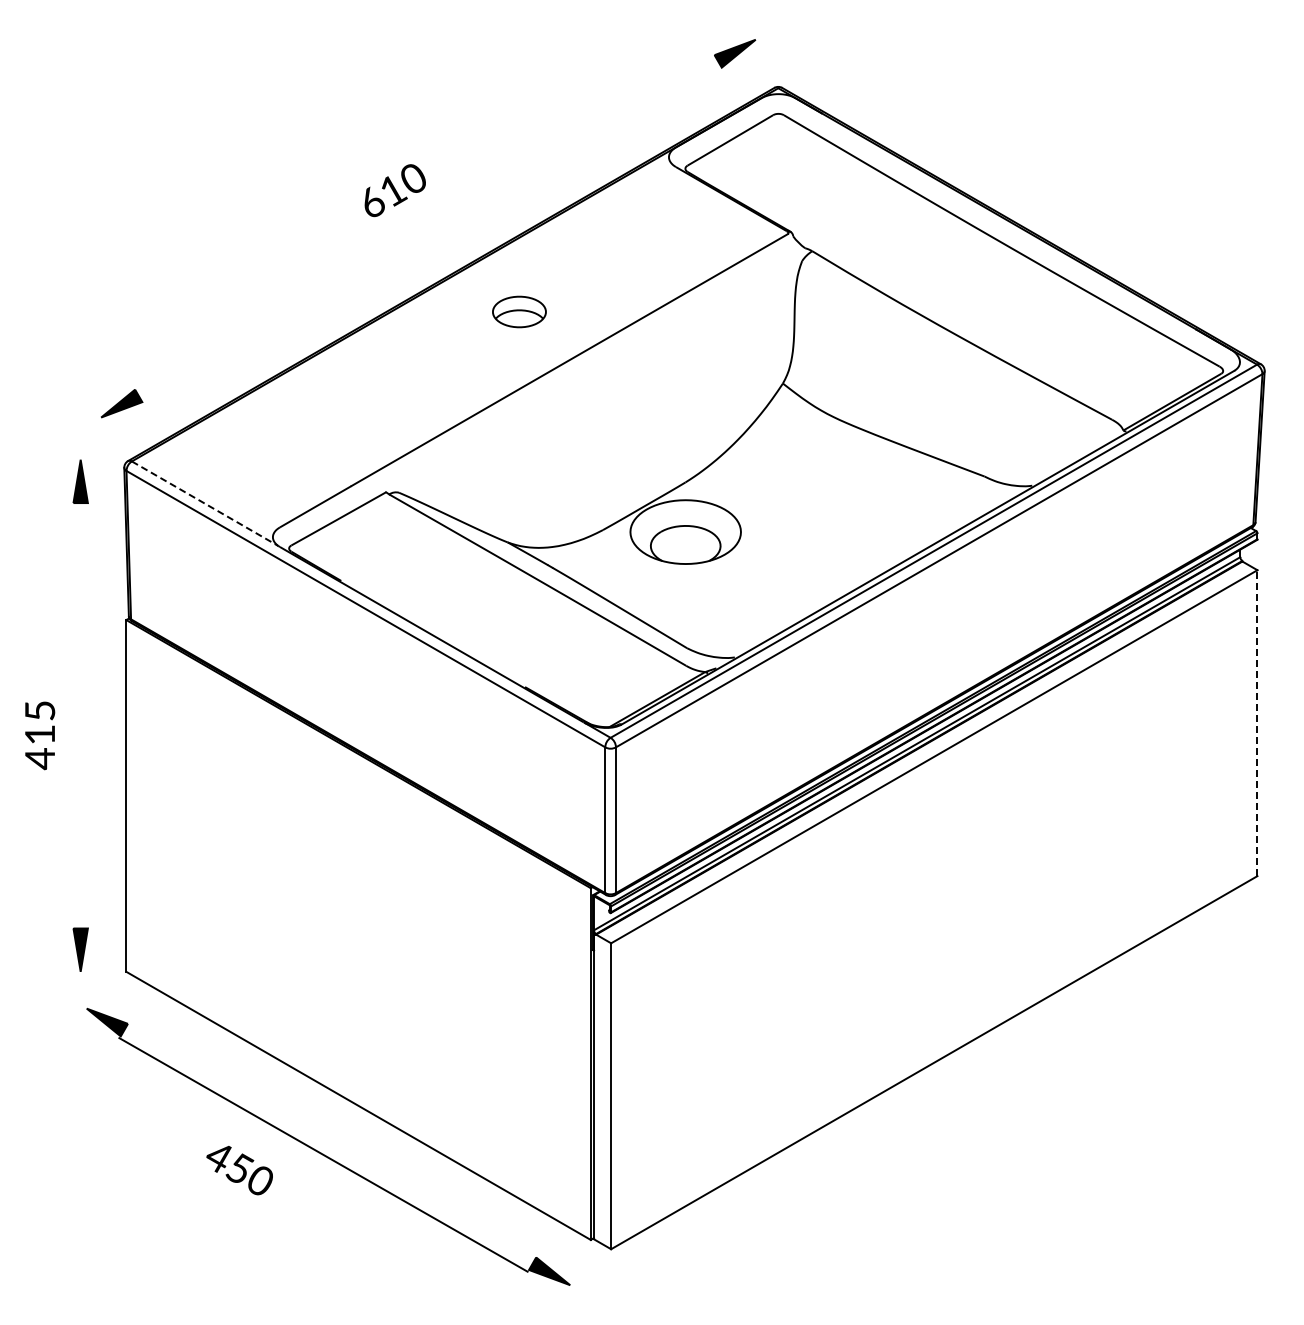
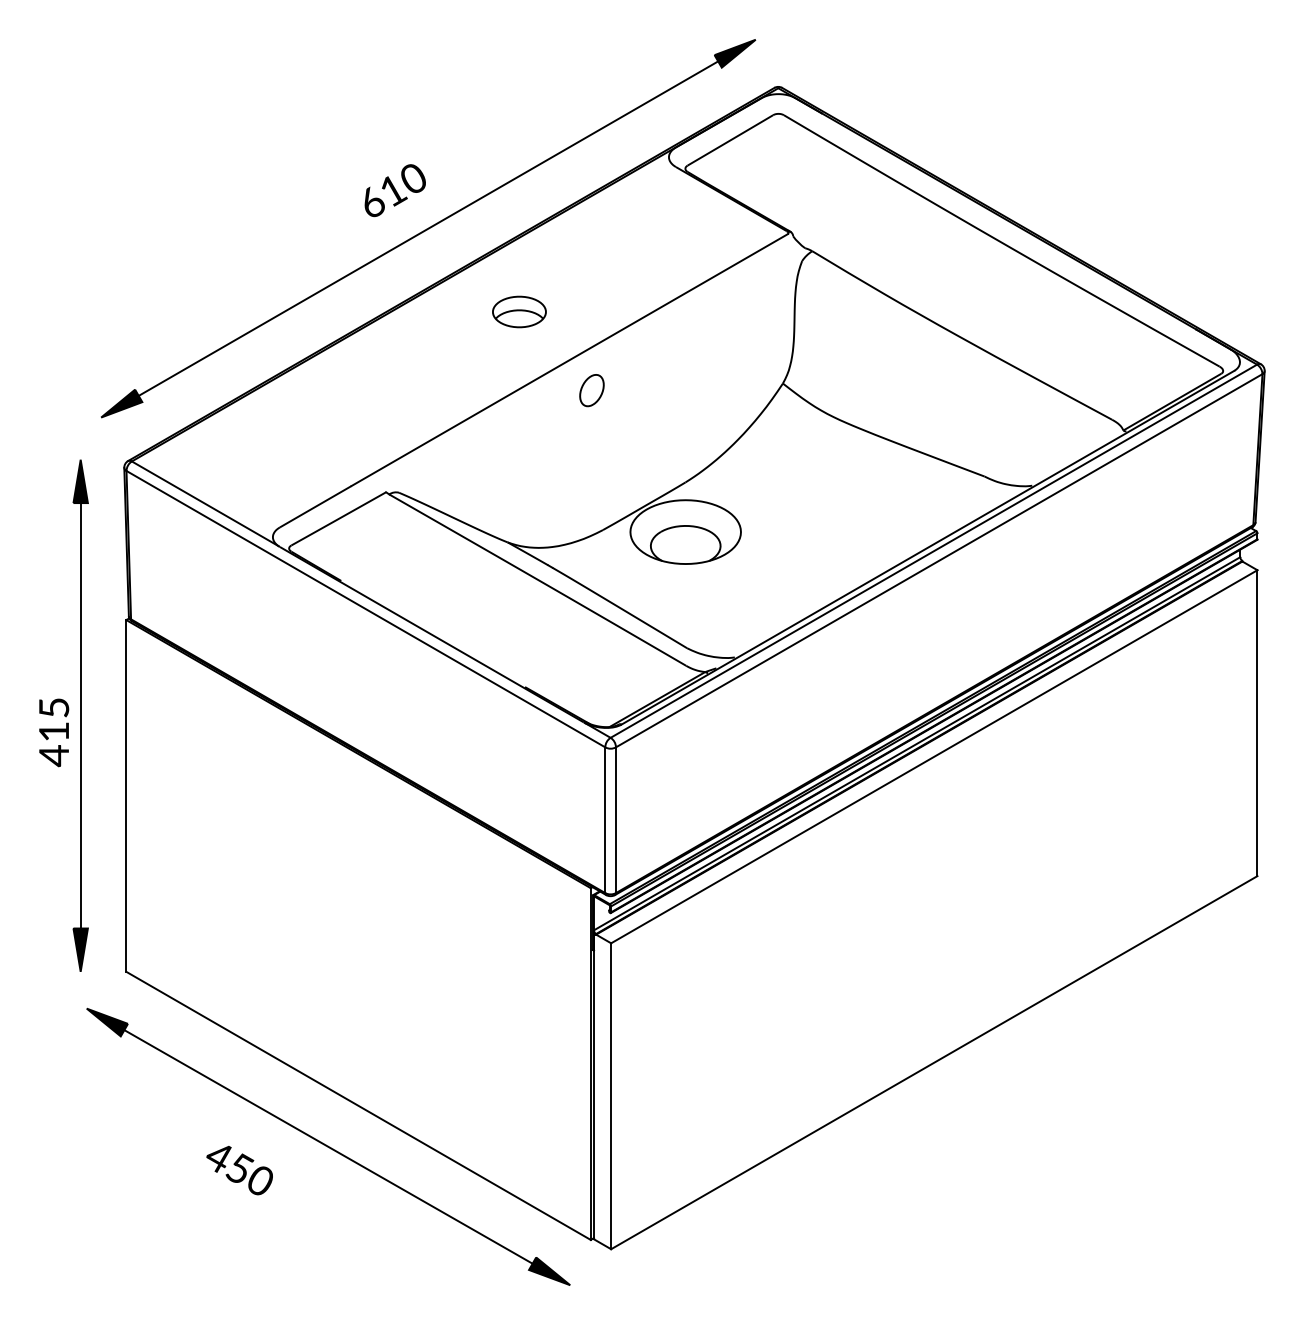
line at (428, 228): none -> present
part at (591, 390): none -> present
line at (205, 503): dashed -> solid
line at (80, 715): none -> present
line at (1257, 723): dashed -> solid
text at (40, 735) position: (40, 735) -> (54, 732)
line at (323, 1154) position: (323, 1154) -> (328, 1146)
